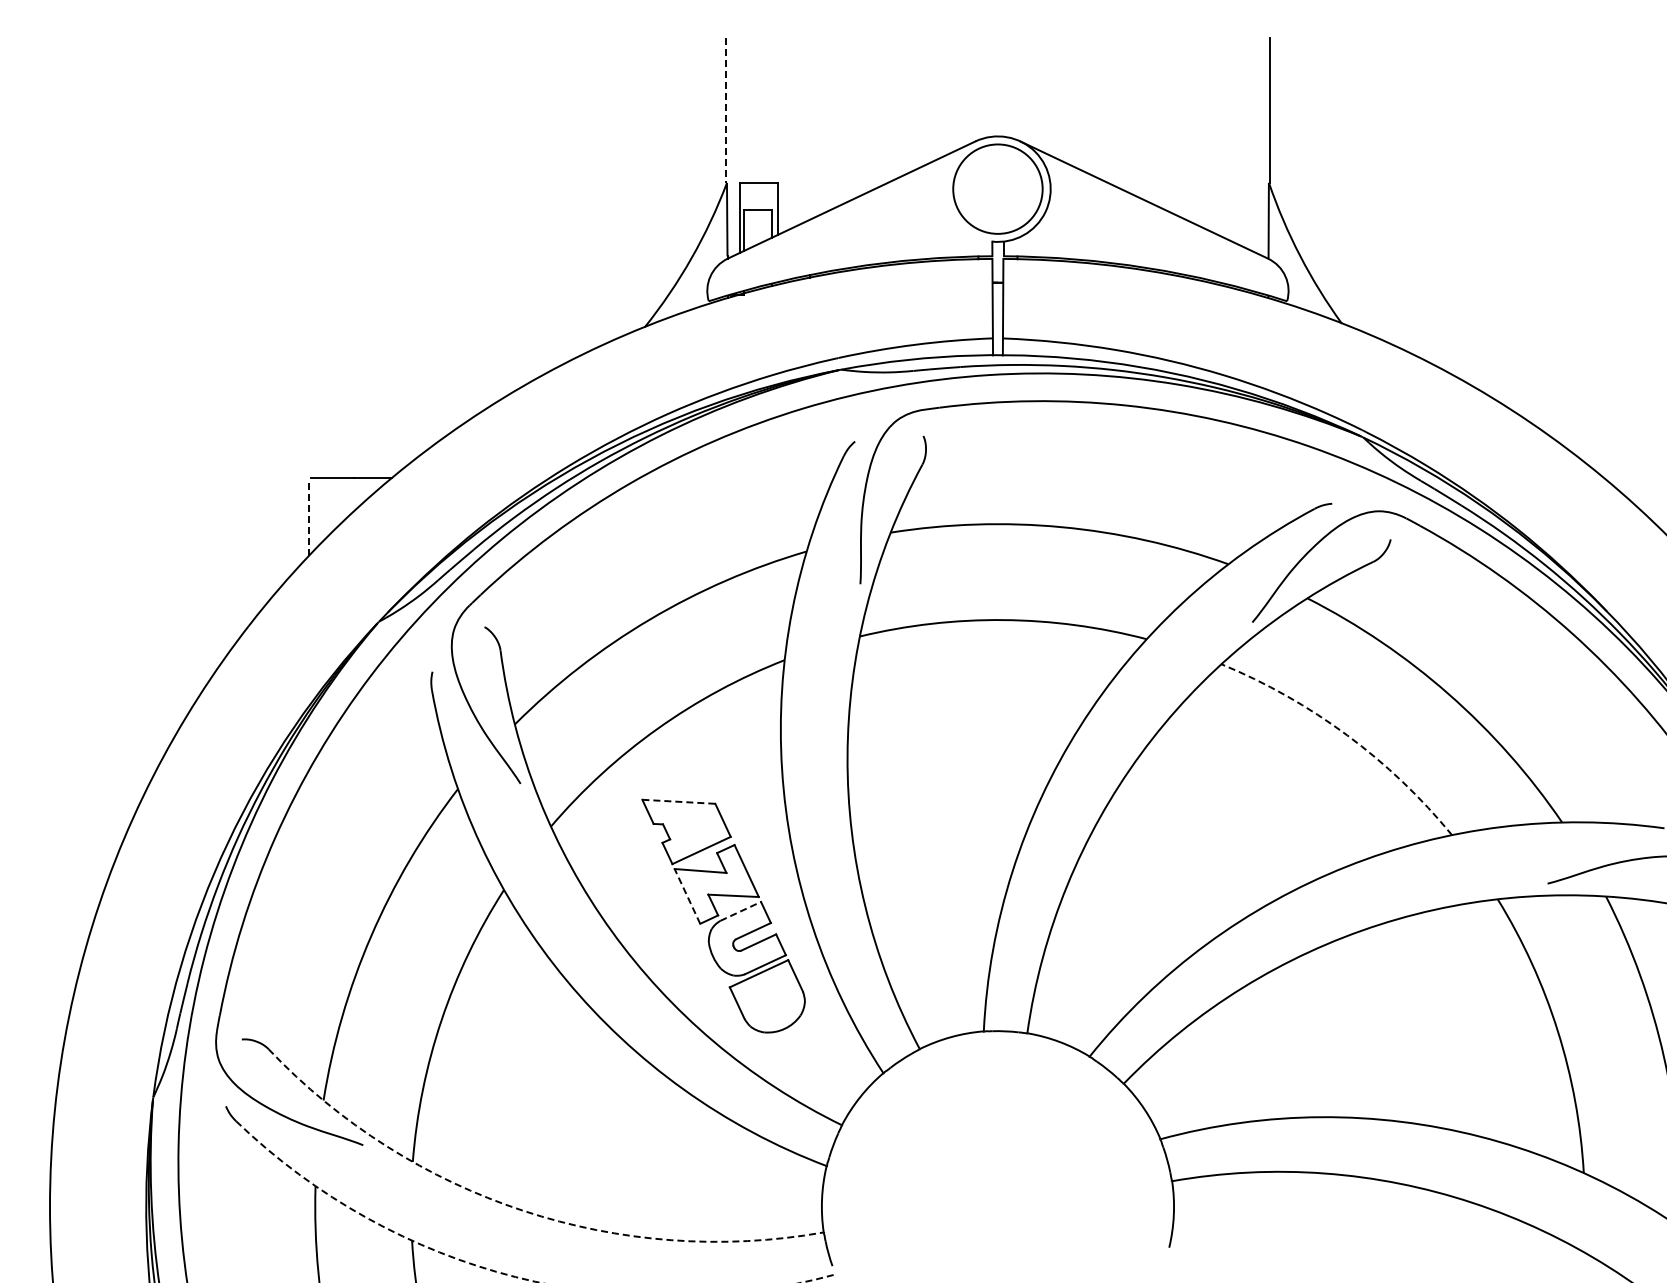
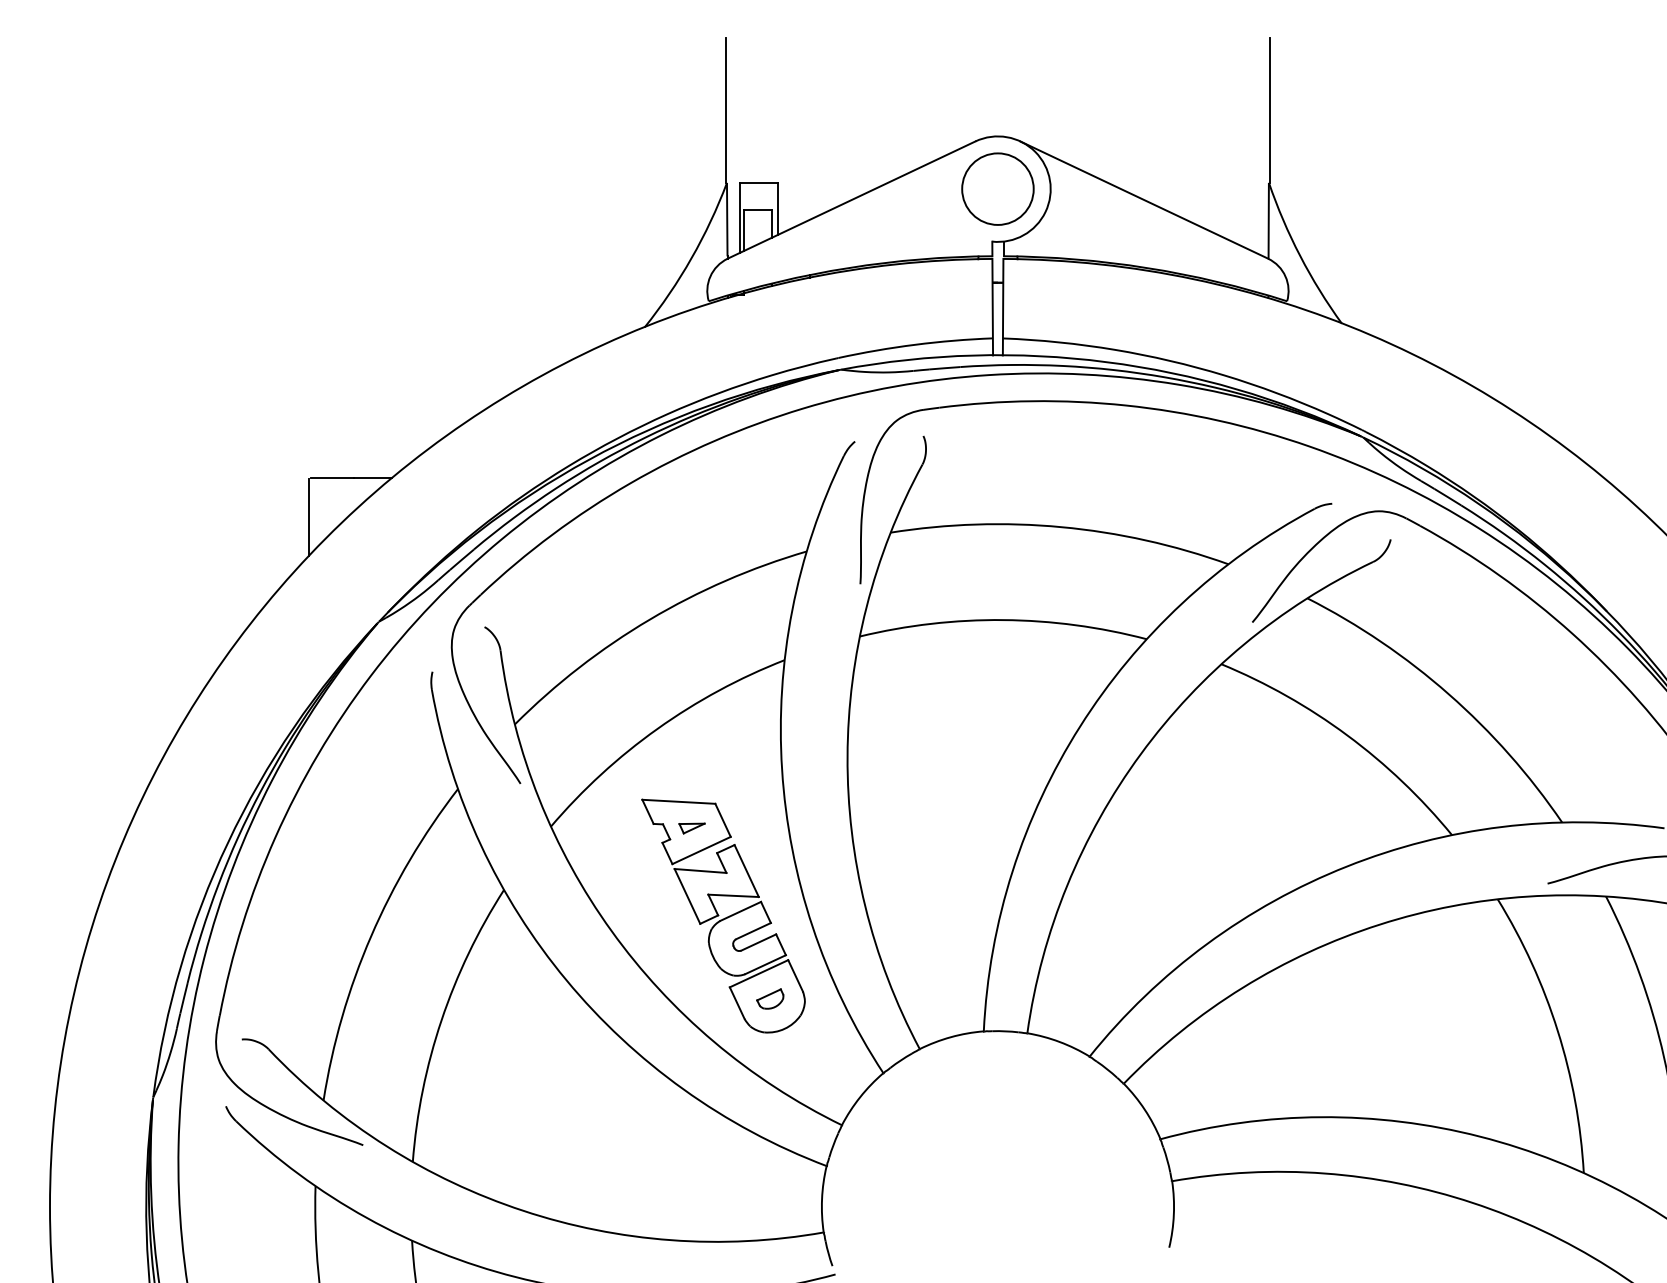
line at (726, 111): dashed -> solid
circle at (997, 188) diameter: 89 px -> 72 px
line at (309, 517): dashed -> solid
arc at (1347, 735): dashed -> solid
line at (678, 801): dashed -> solid
part at (691, 828): none -> present
line at (687, 895): dashed -> solid
line at (741, 911): dashed -> solid
part at (770, 998): none -> present
arc at (523, 1210): dashed -> solid
arc at (395, 1232): dashed -> solid
